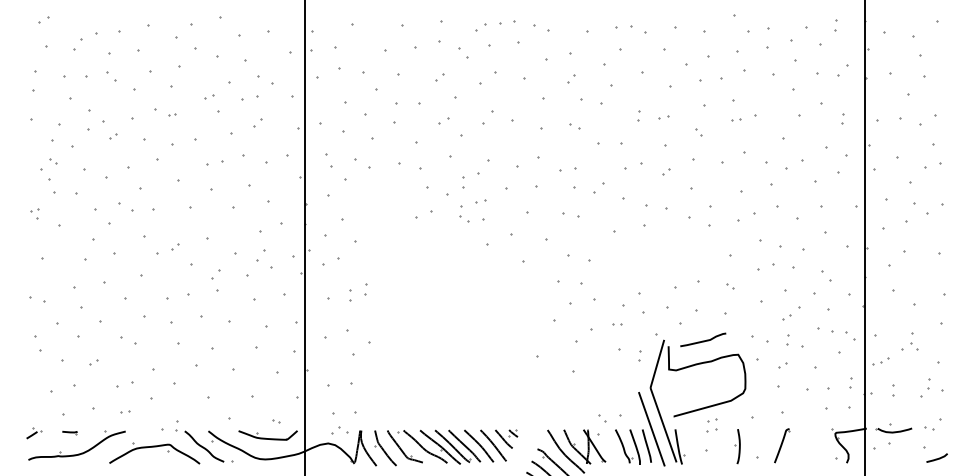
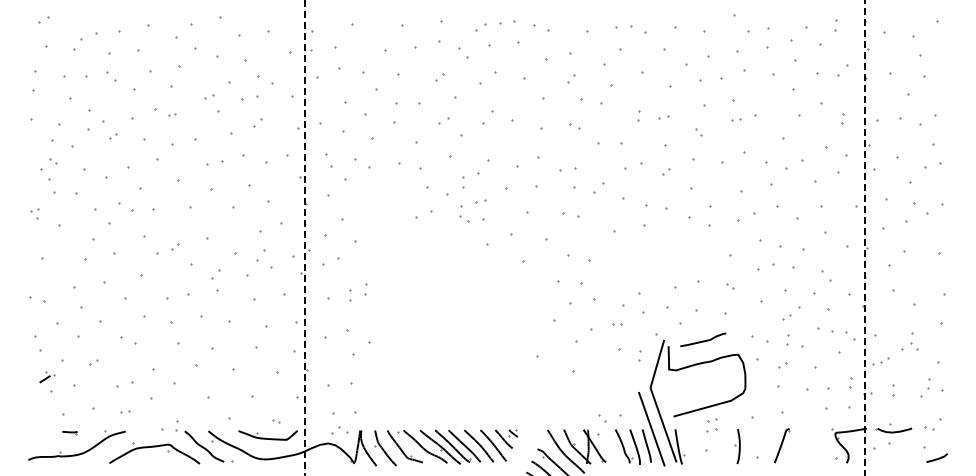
line at (304, 237): solid -> dashed
line at (865, 238): solid -> dashed
part at (34, 433) position: (34, 433) -> (47, 377)
